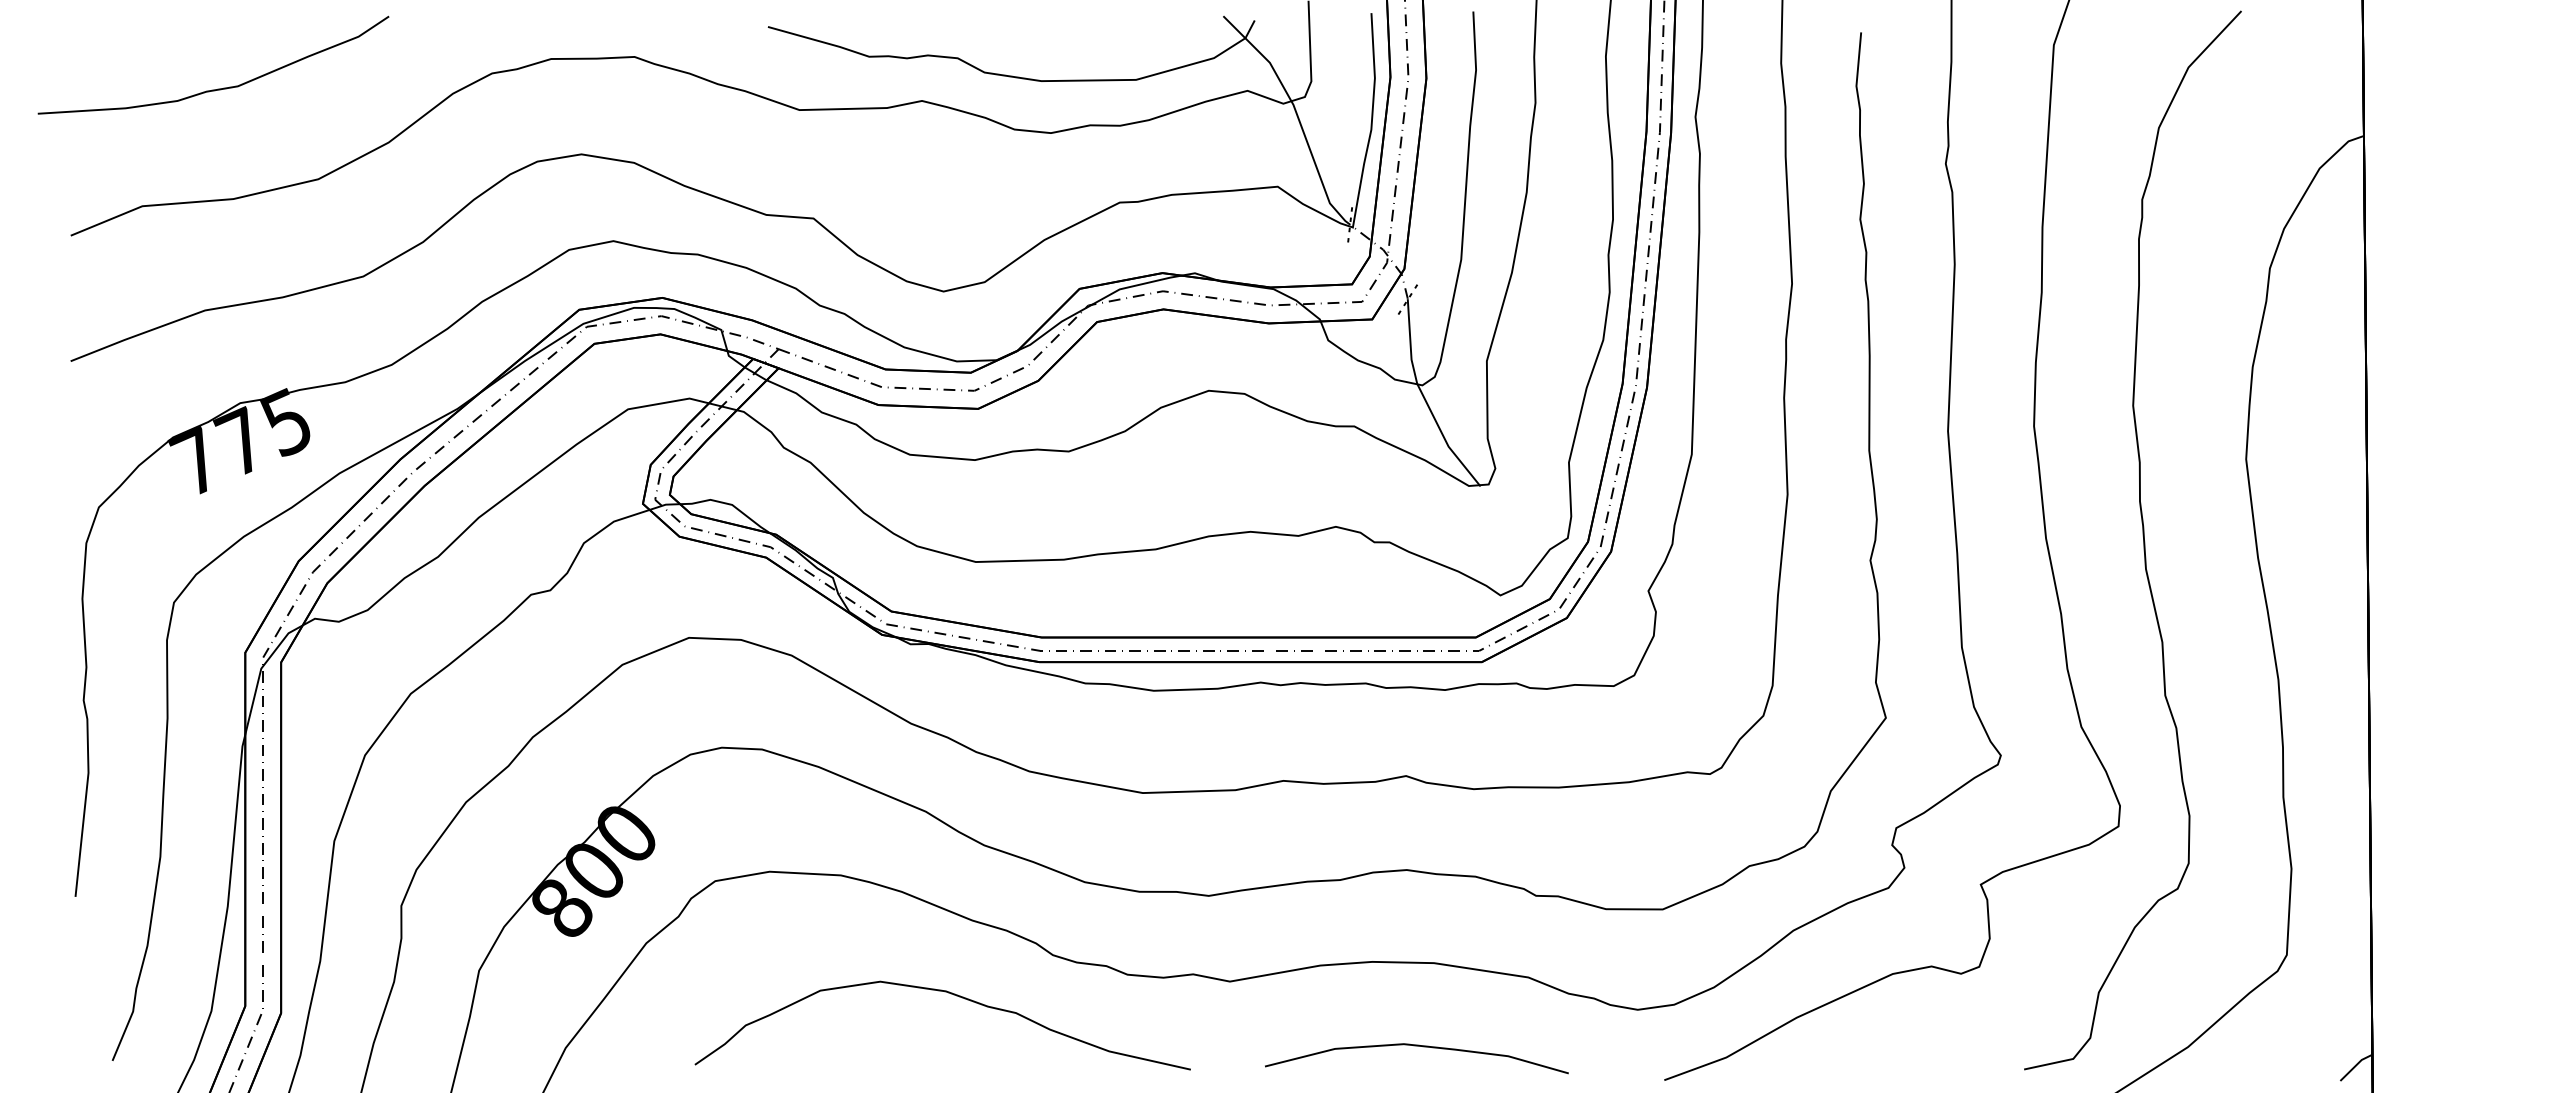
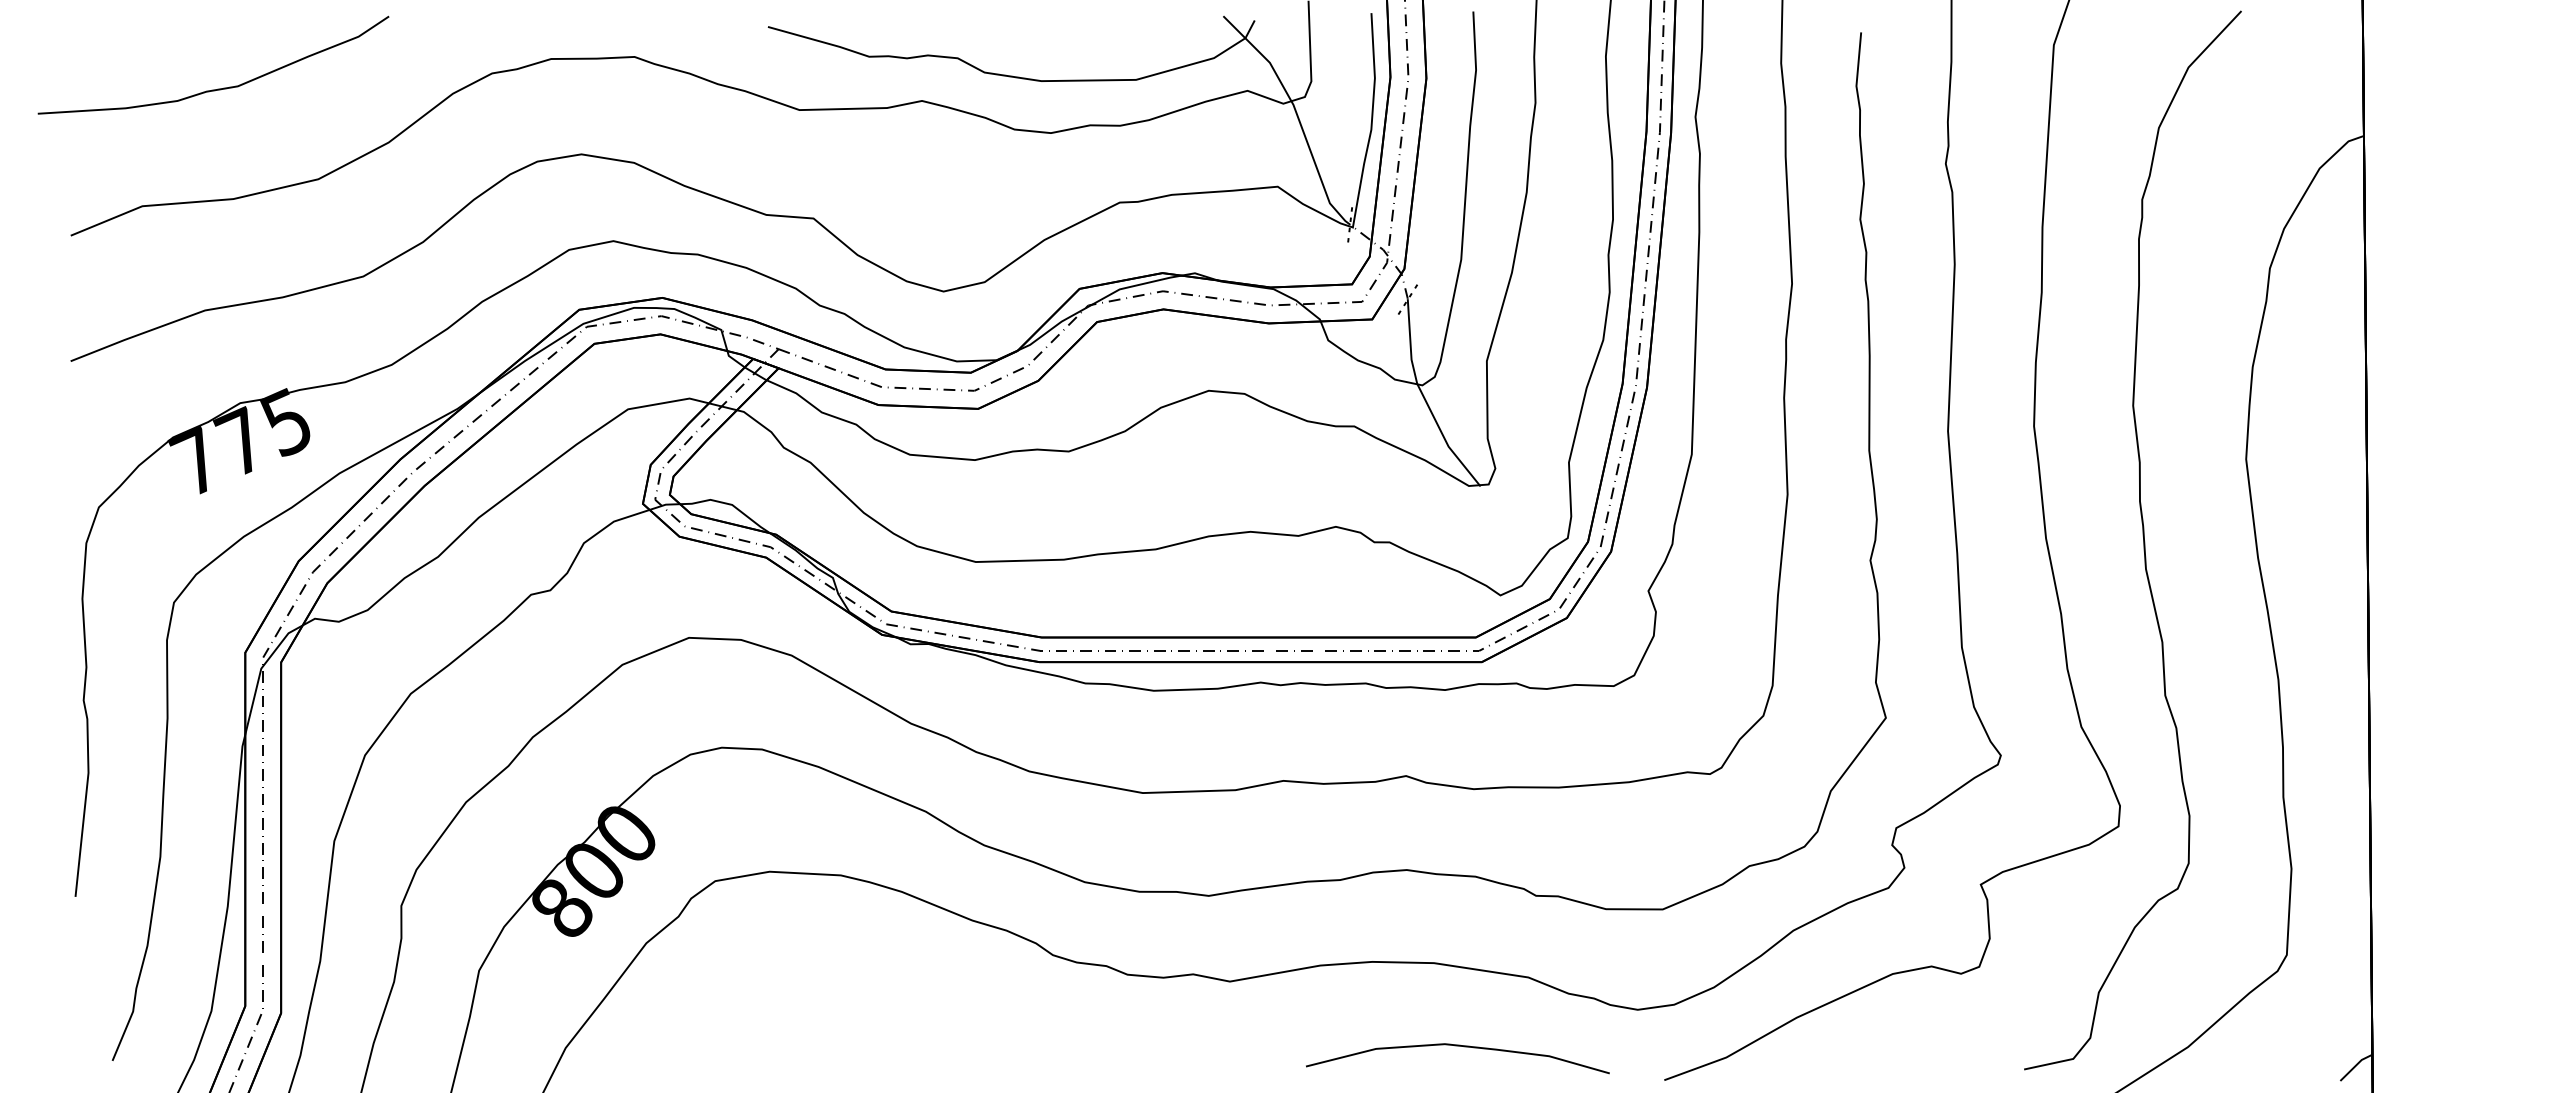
curve at (953, 995): present -> none
curve at (1416, 1046) position: (1416, 1046) -> (1457, 1046)
